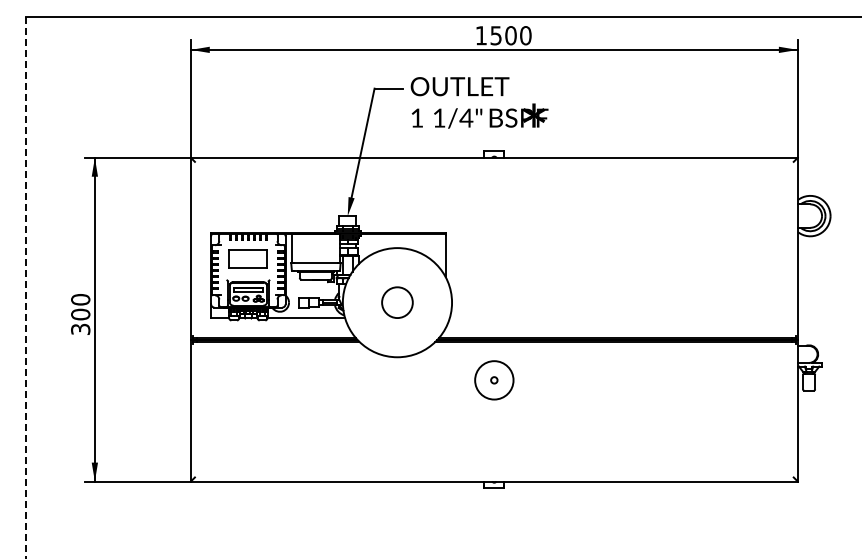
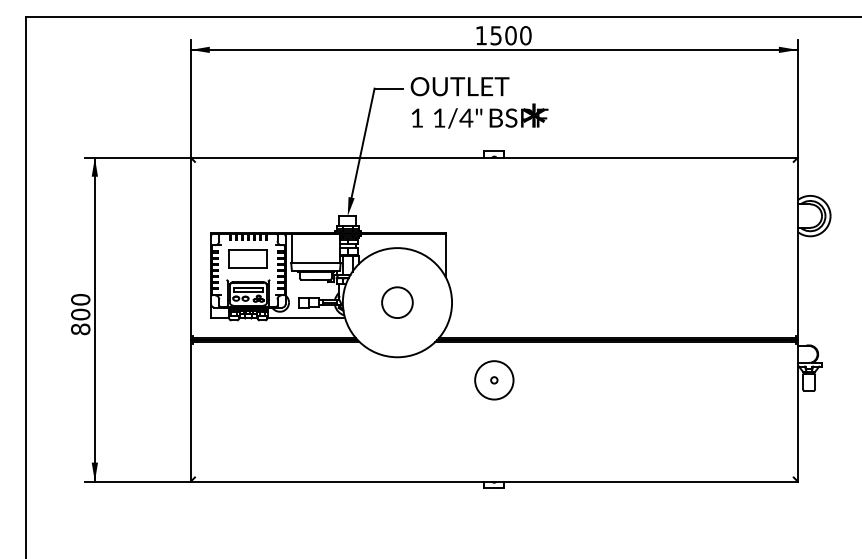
line at (25, 287): dashed -> solid
text at (80, 329): 300 -> 800
